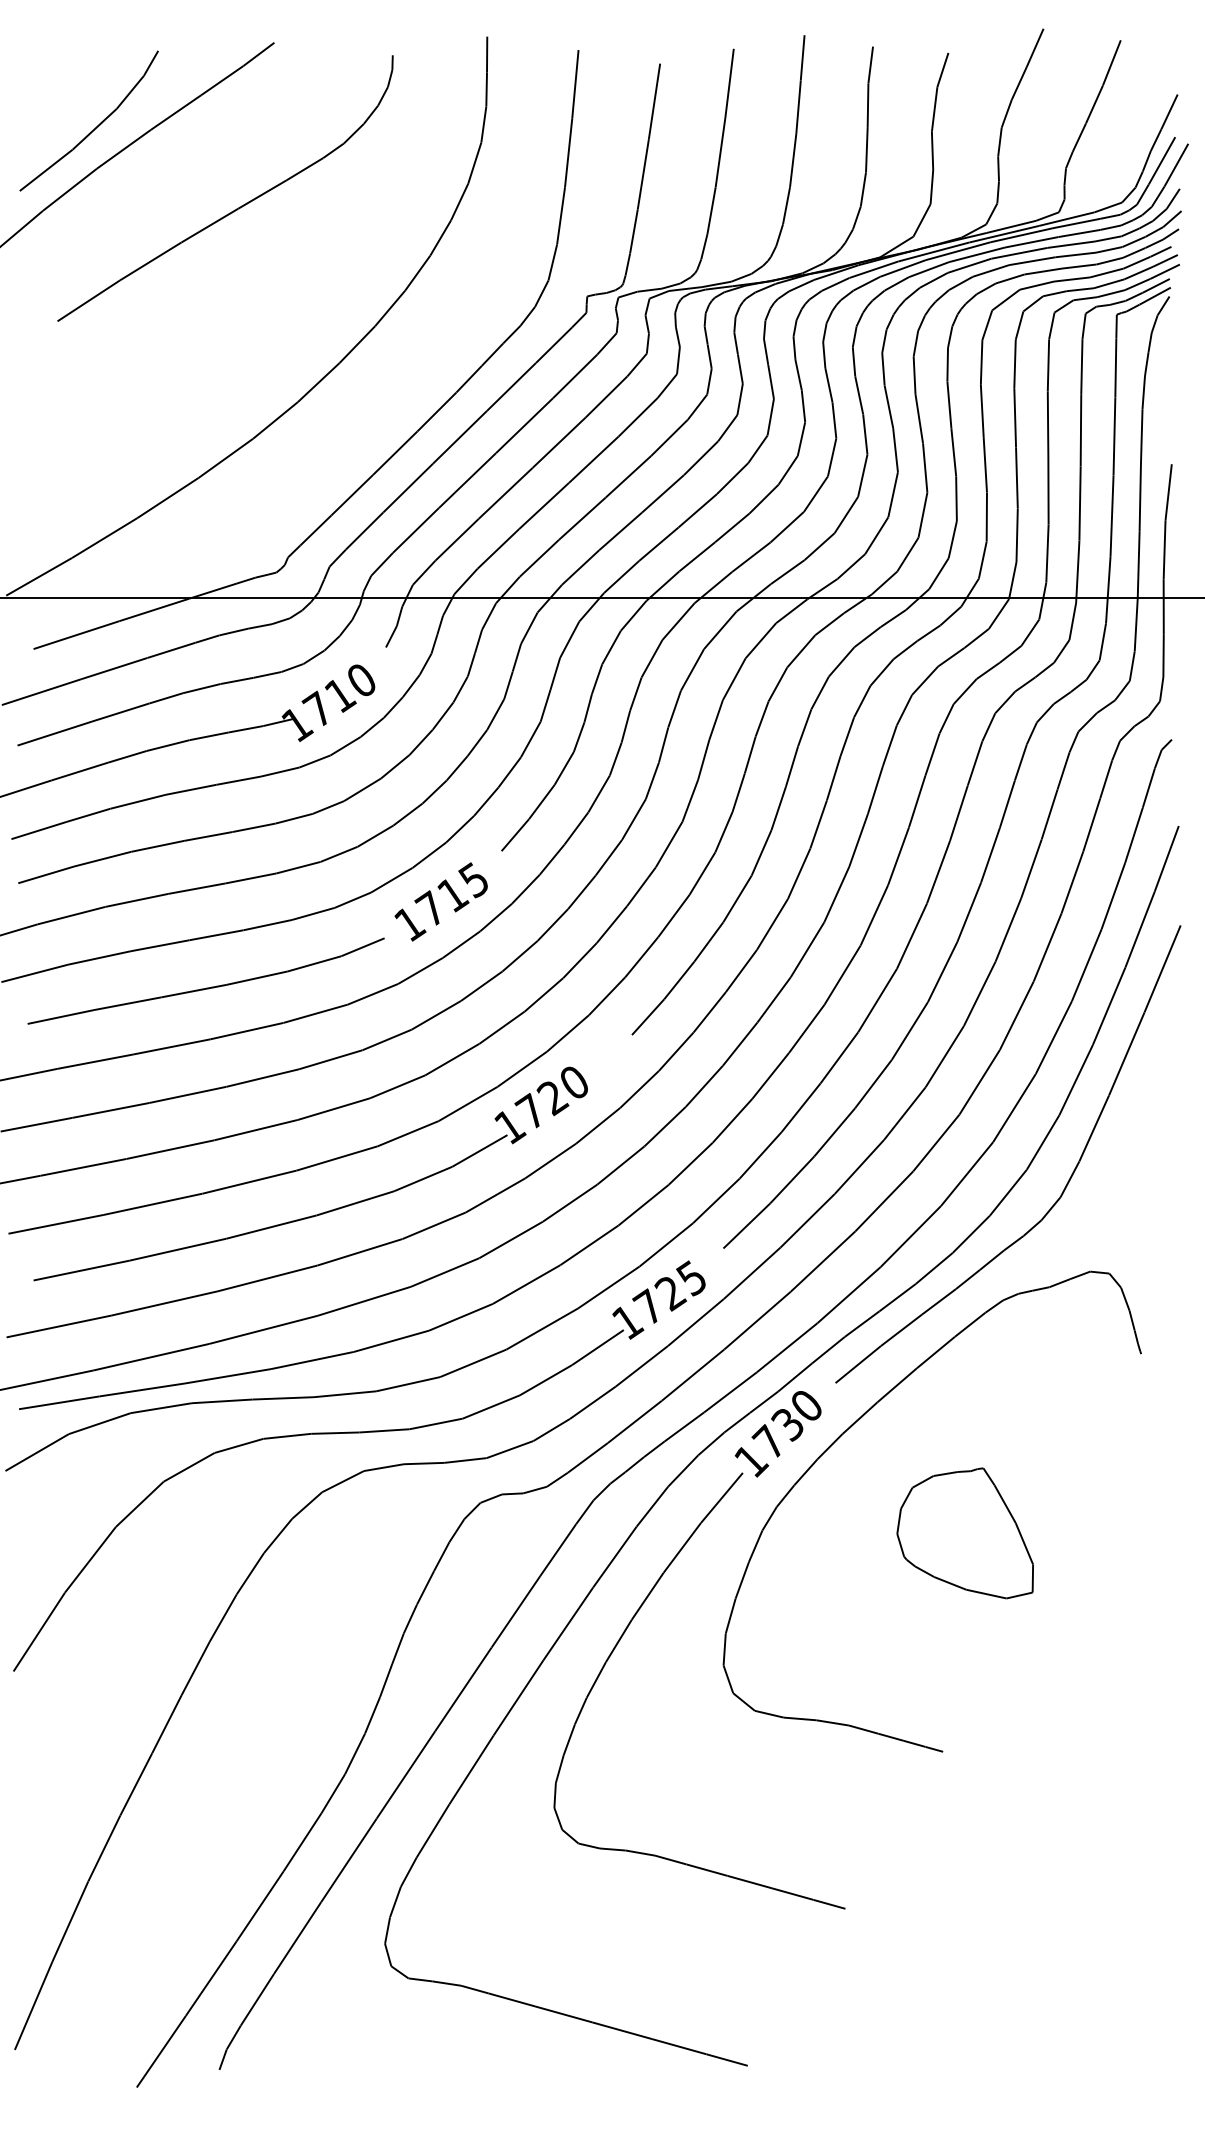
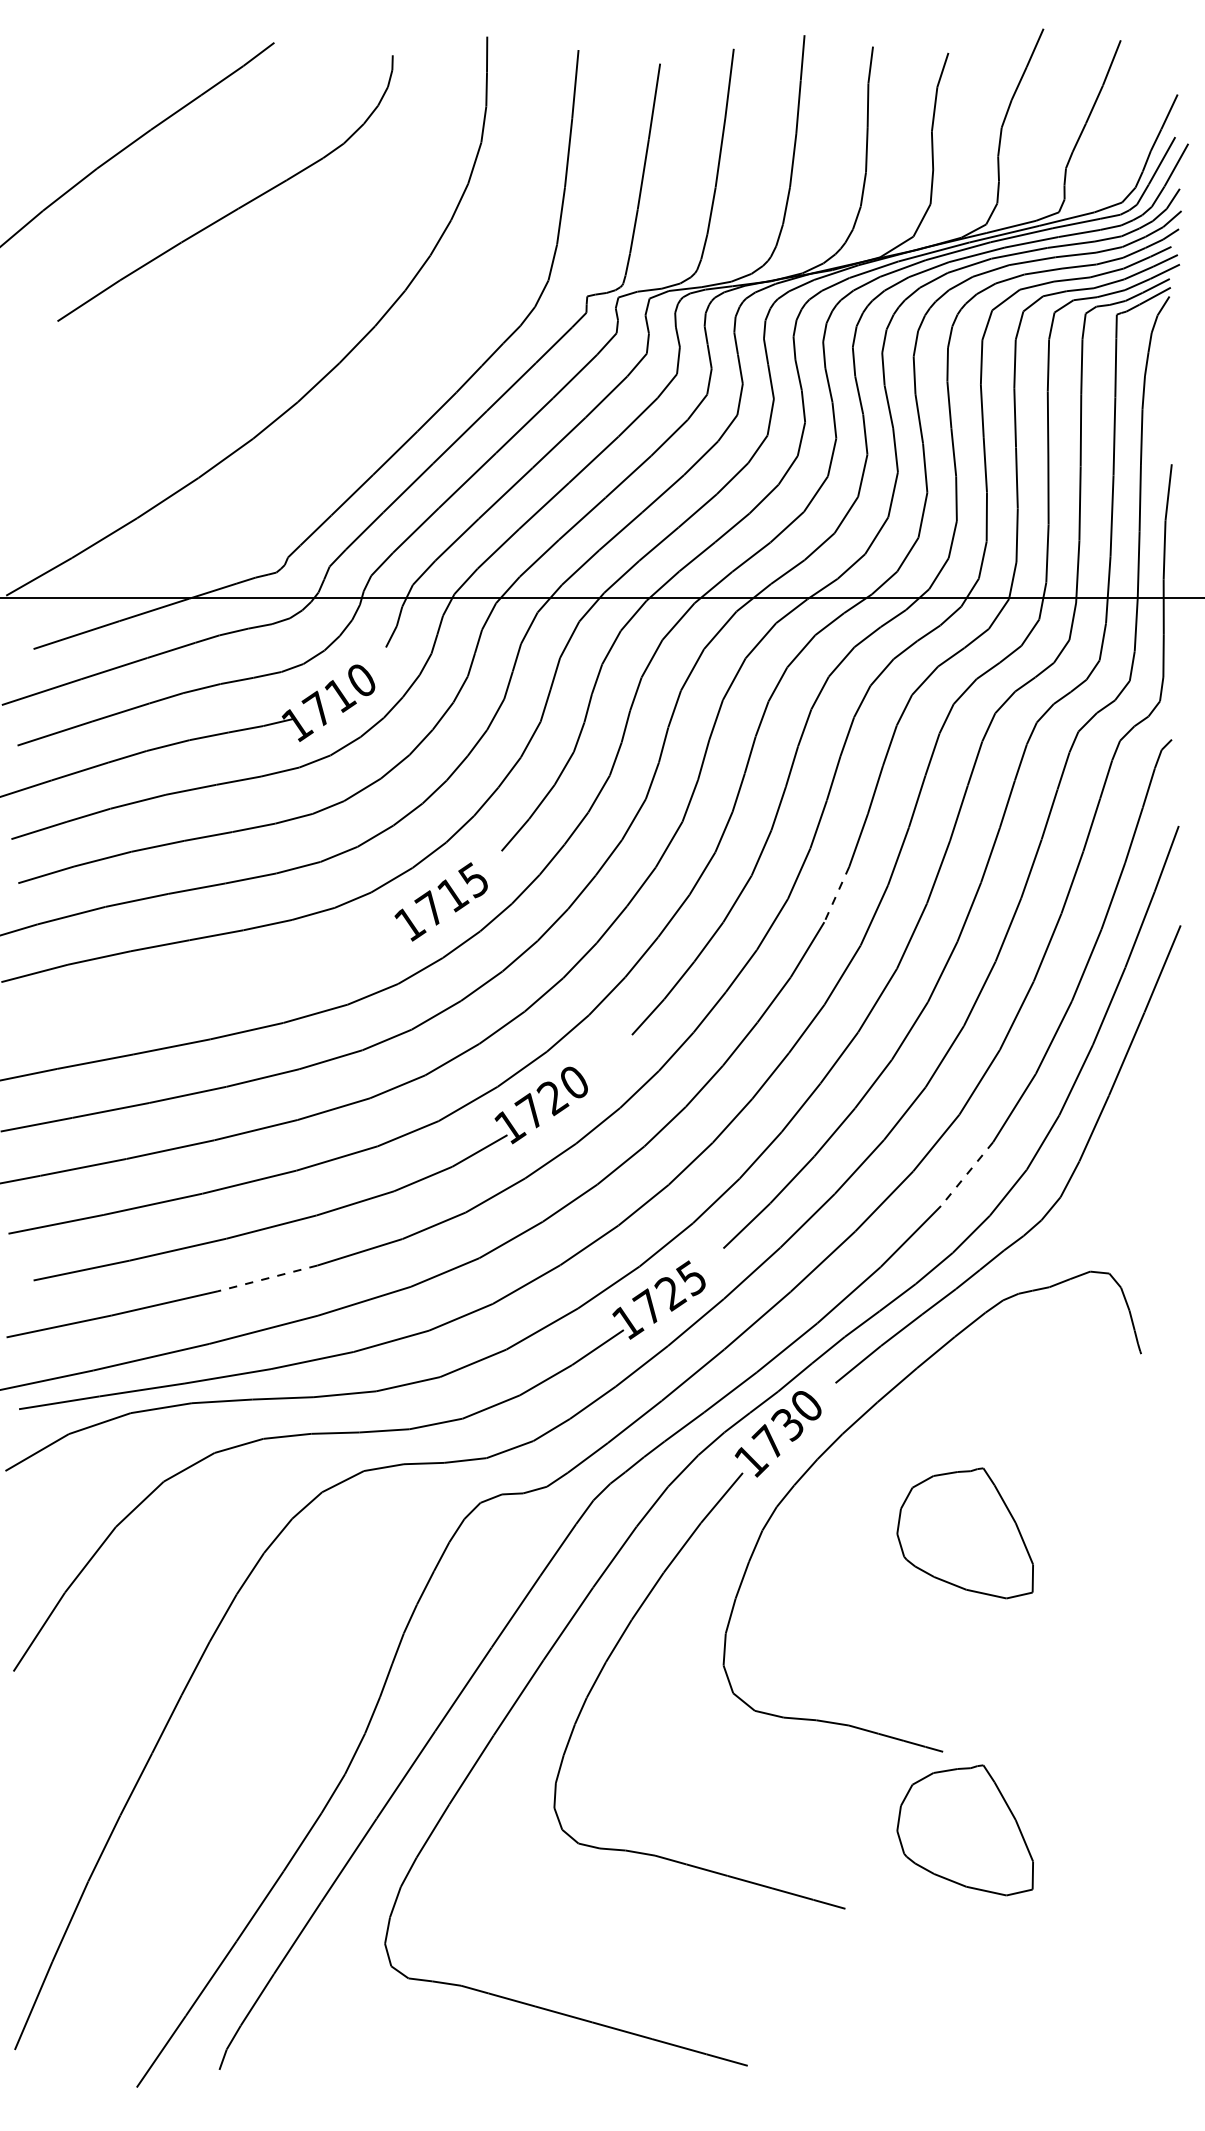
part at (95, 127): present -> none
line at (836, 894): solid -> dashed
part at (206, 987): present -> none
line at (966, 1174): solid -> dashed
line at (267, 1278): solid -> dashed
part at (964, 1830): none -> present
